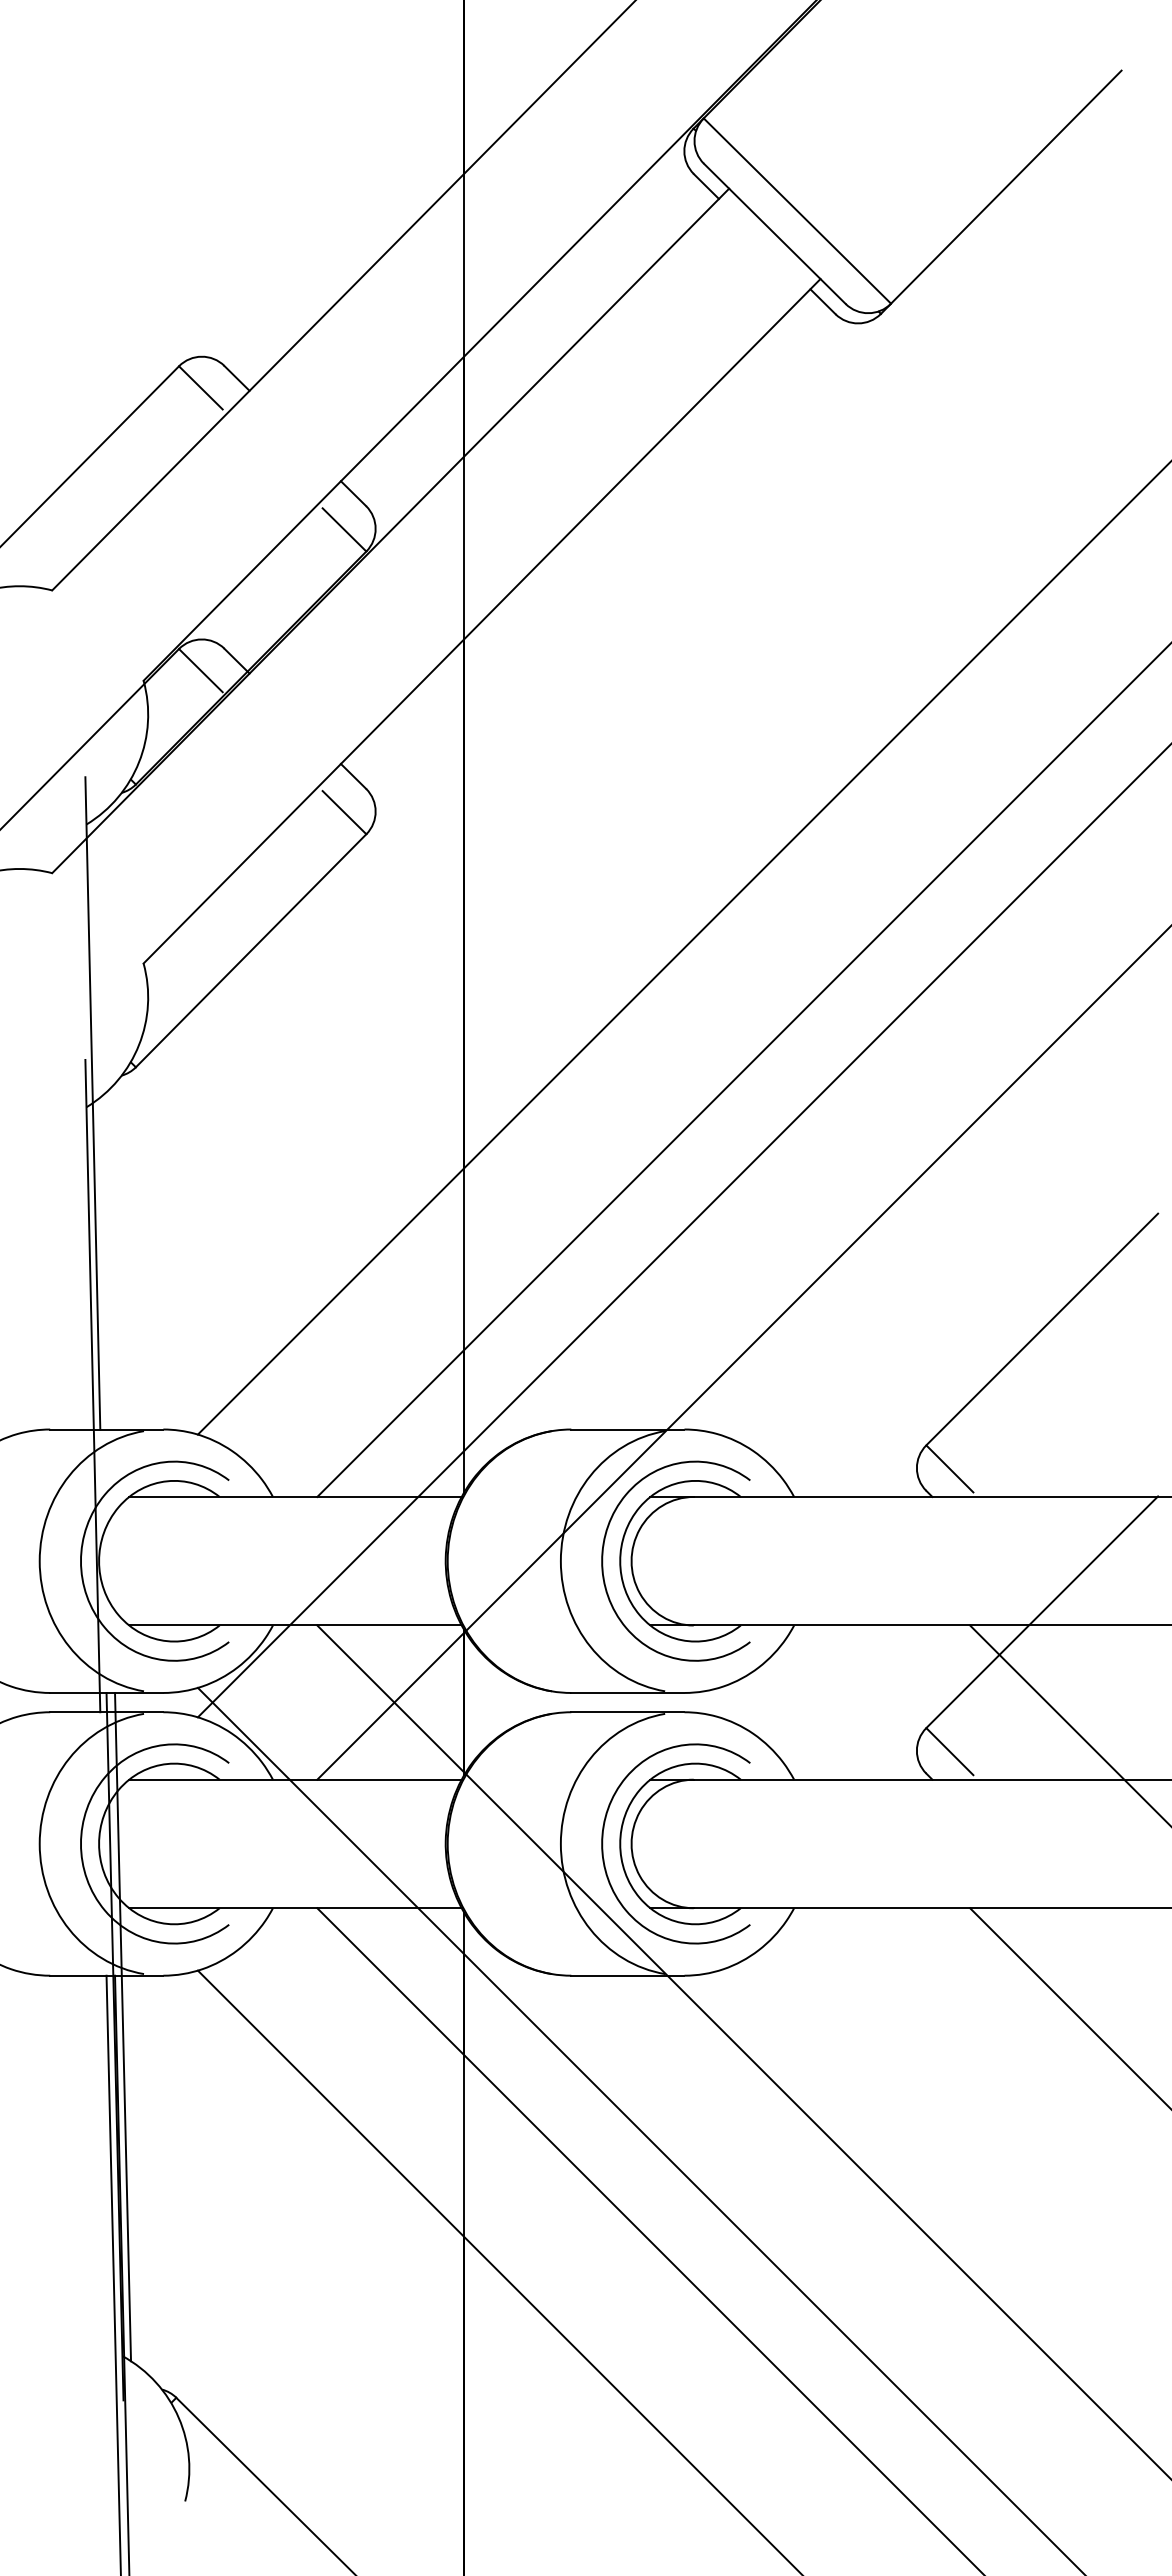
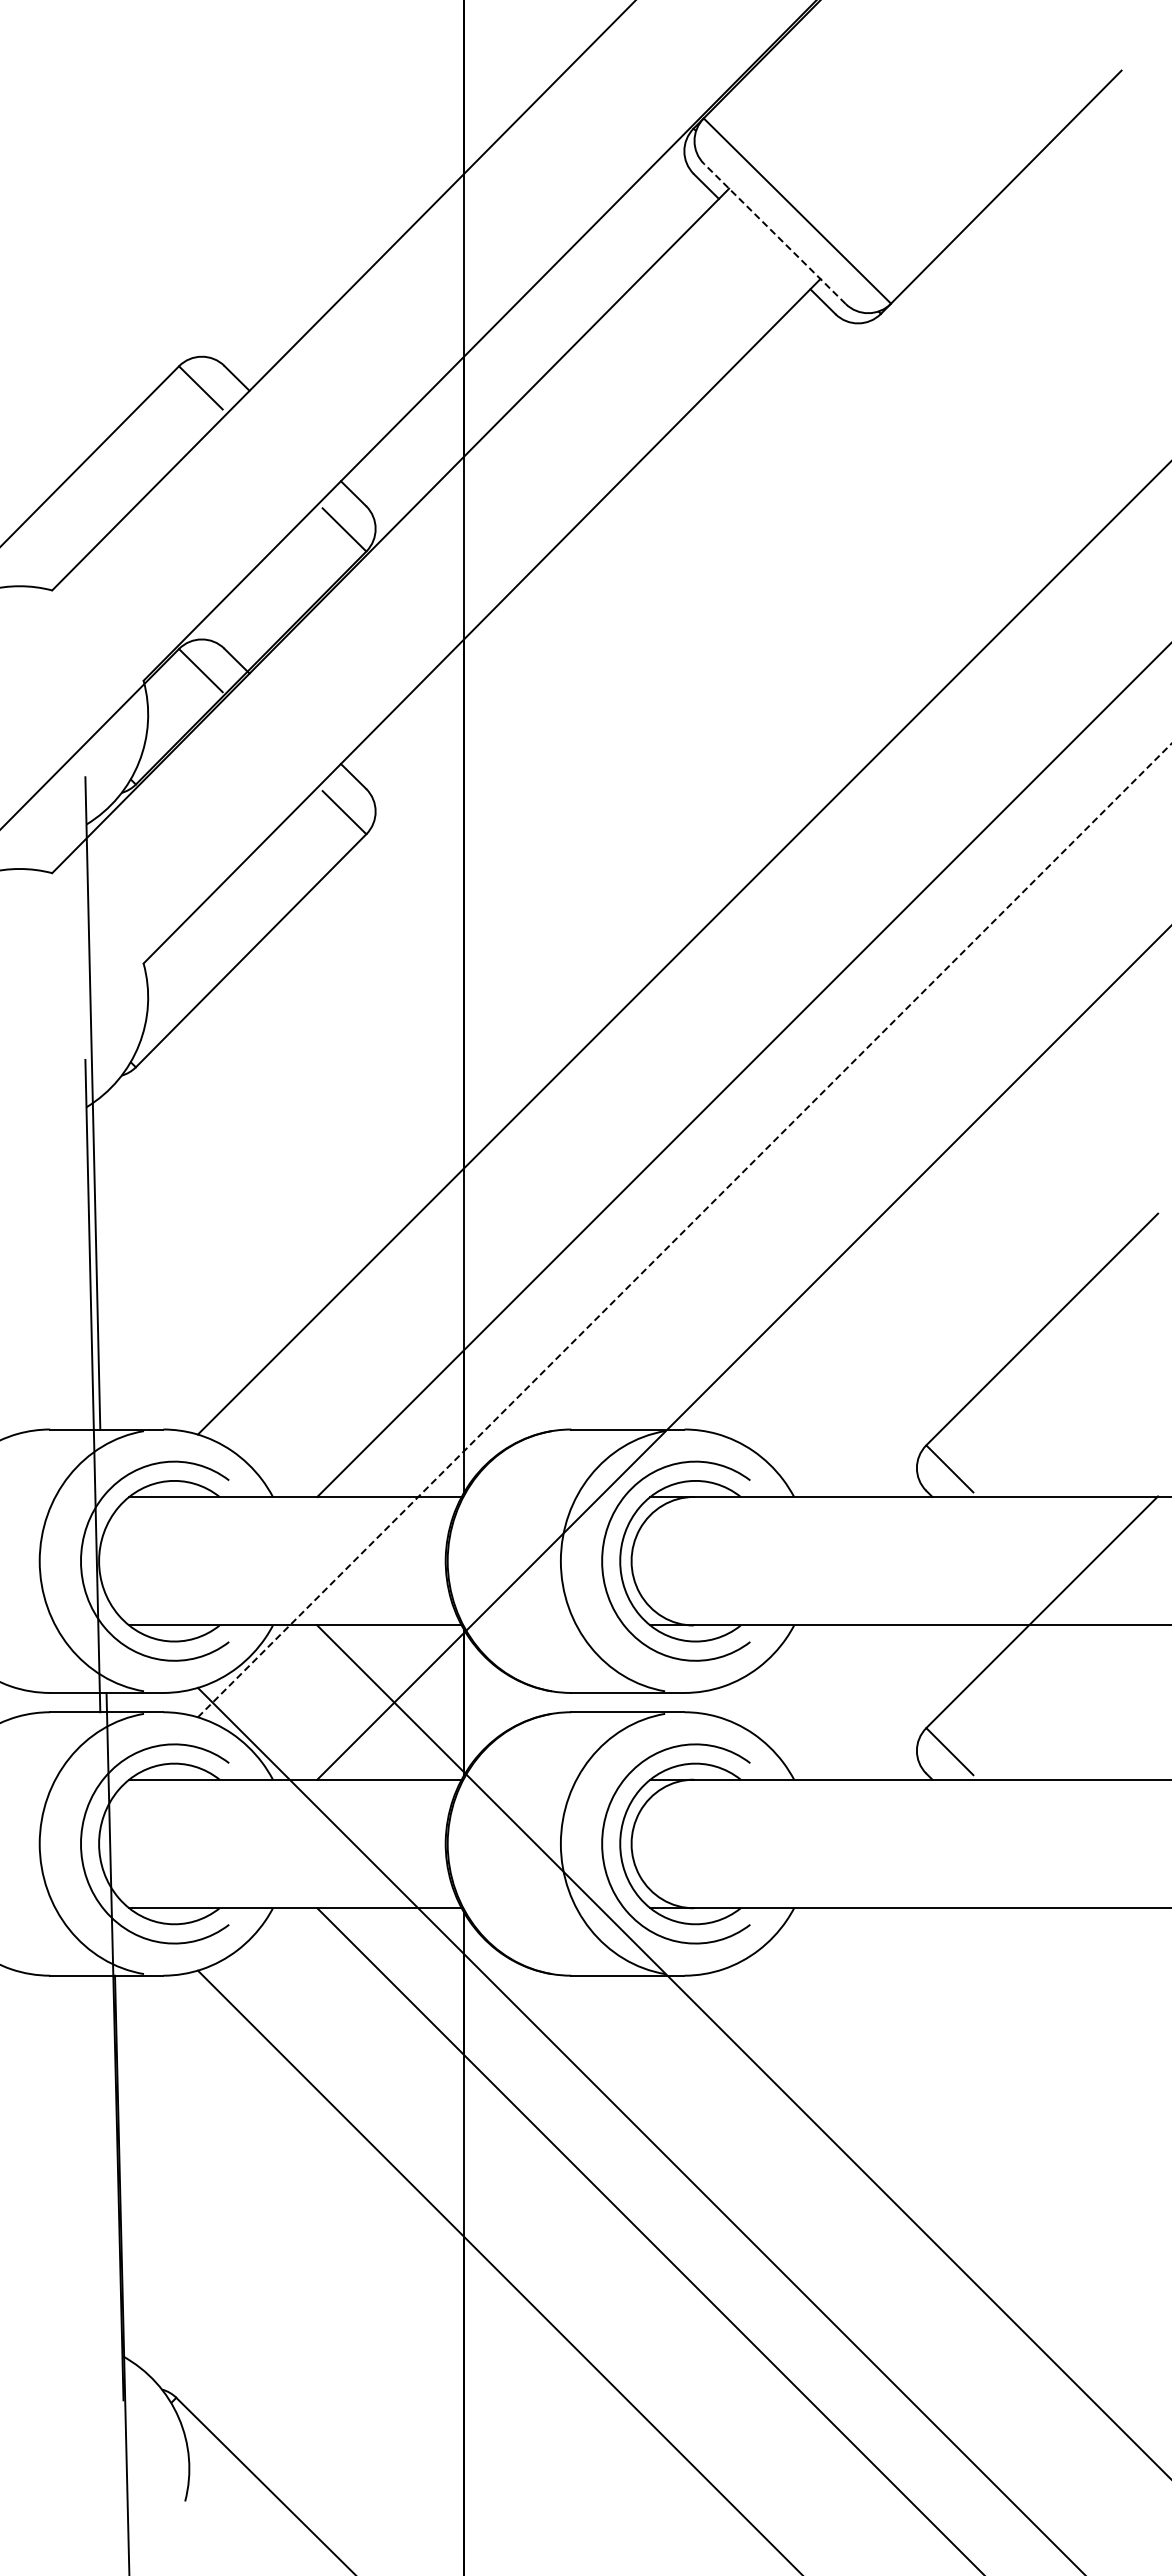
line at (774, 233): solid -> dashed
line at (684, 1230): solid -> dashed
line at (1069, 1724): present -> none
line at (1069, 2007): present -> none
line at (123, 2026): present -> none
line at (113, 2273): present -> none
